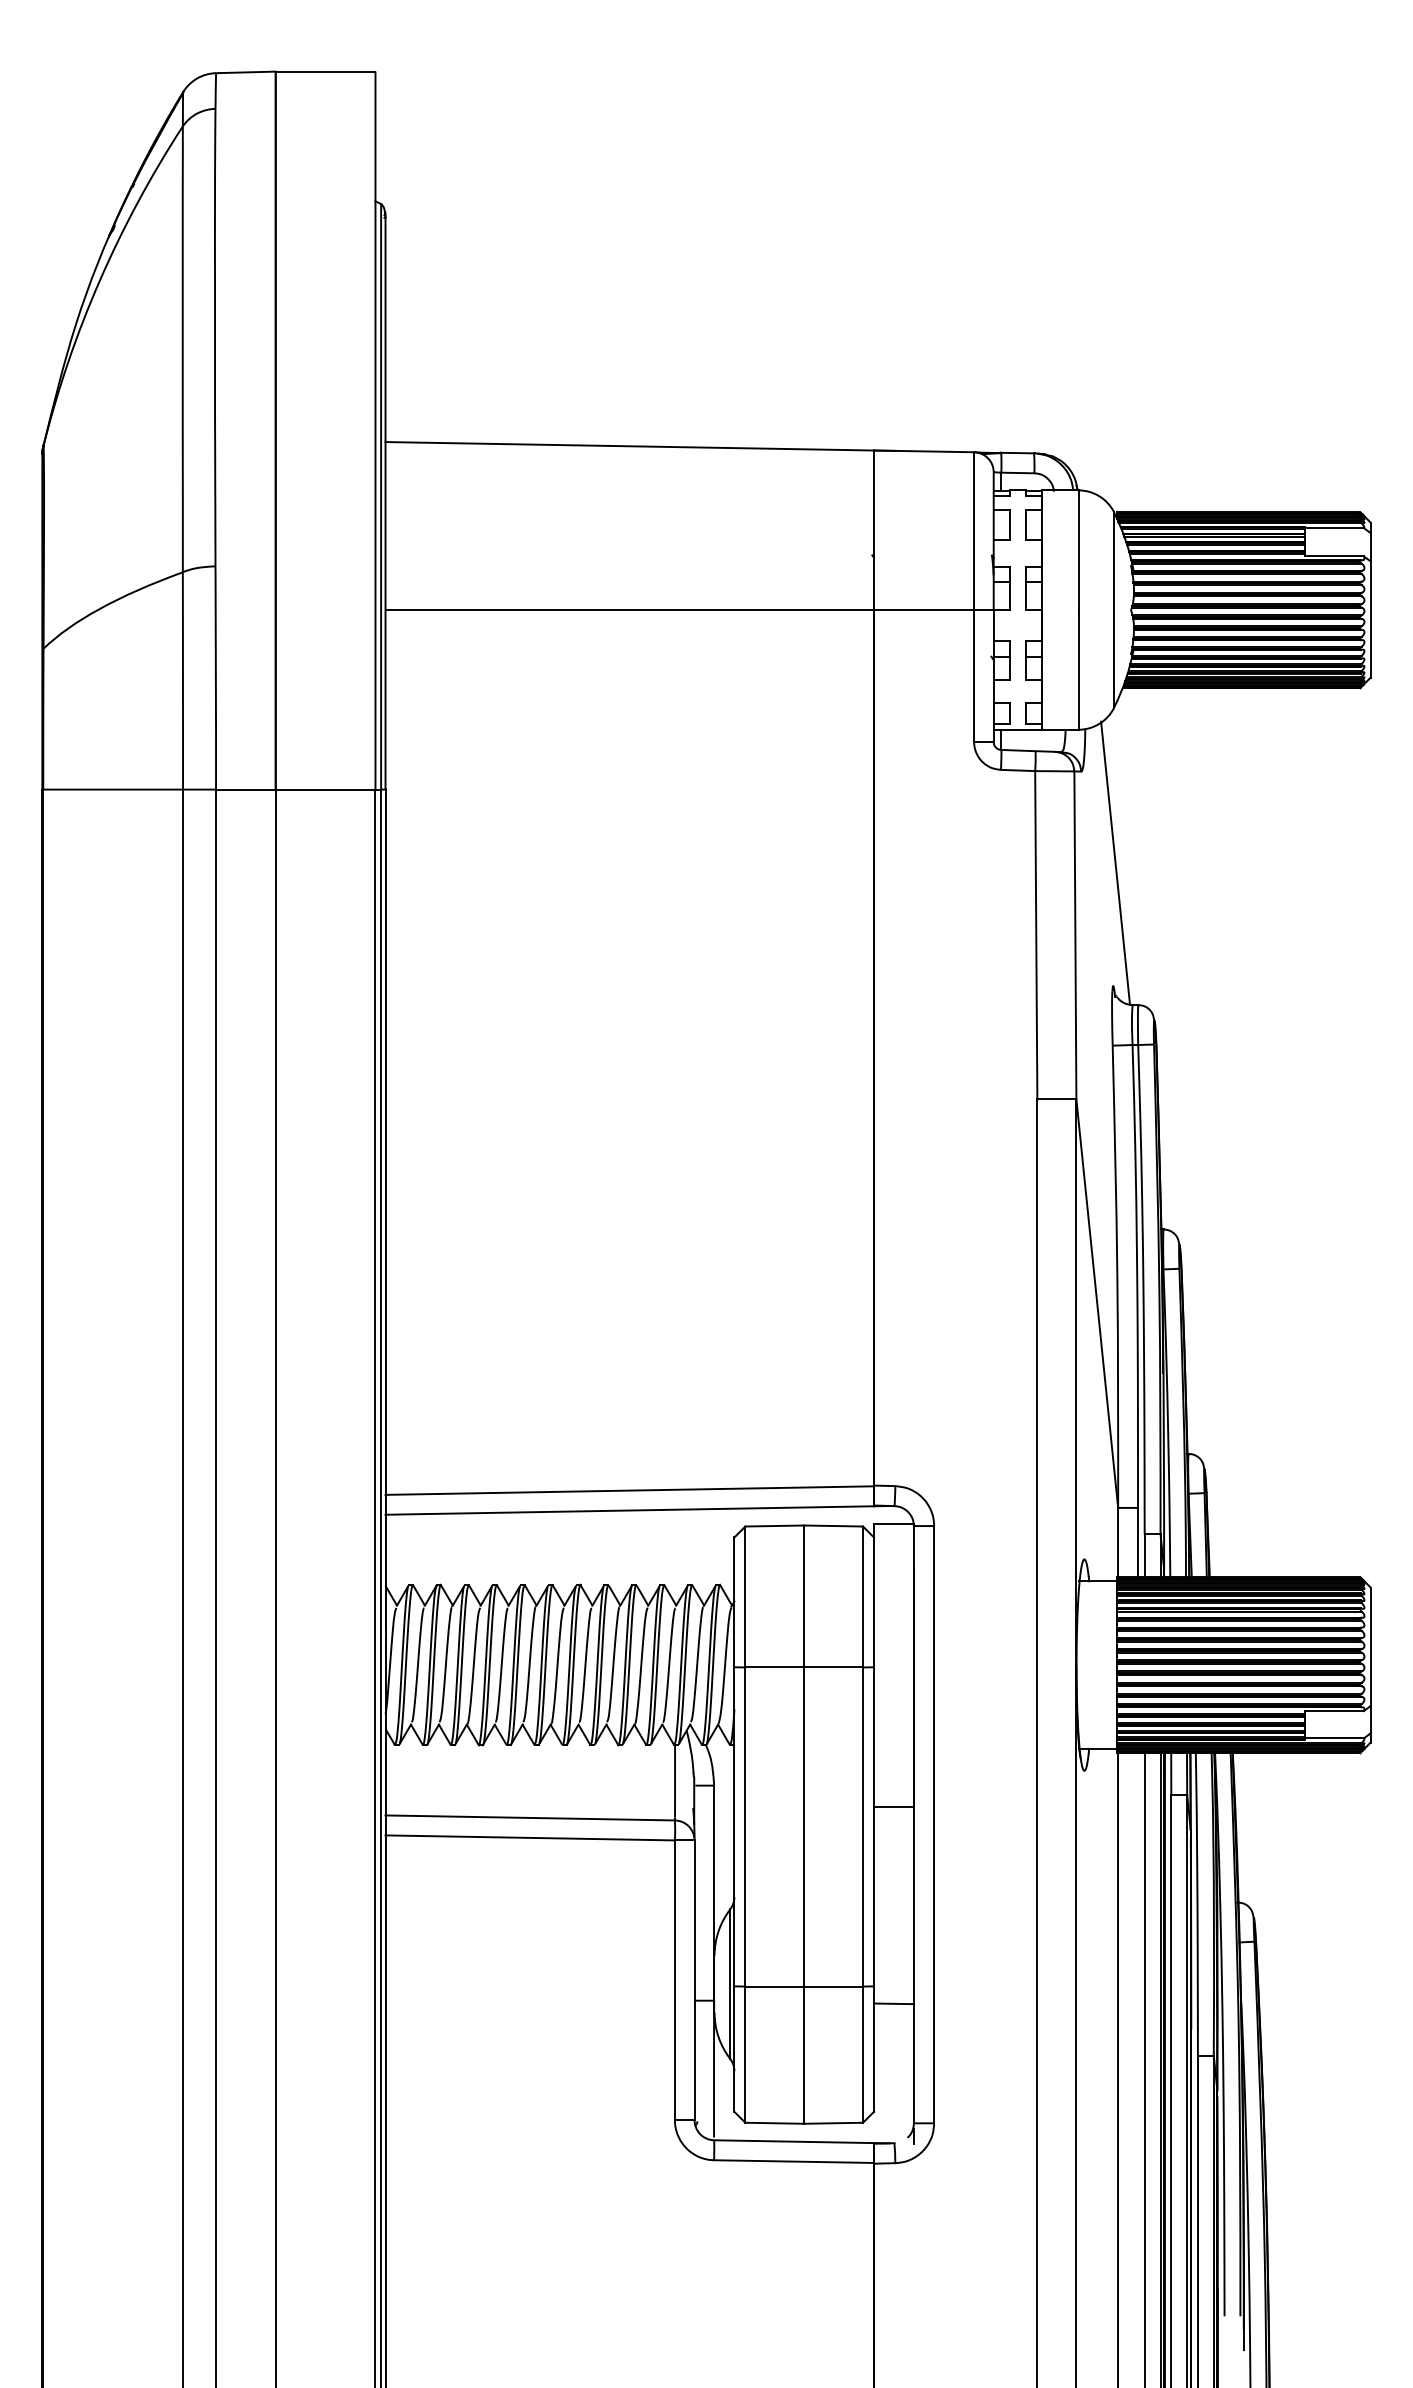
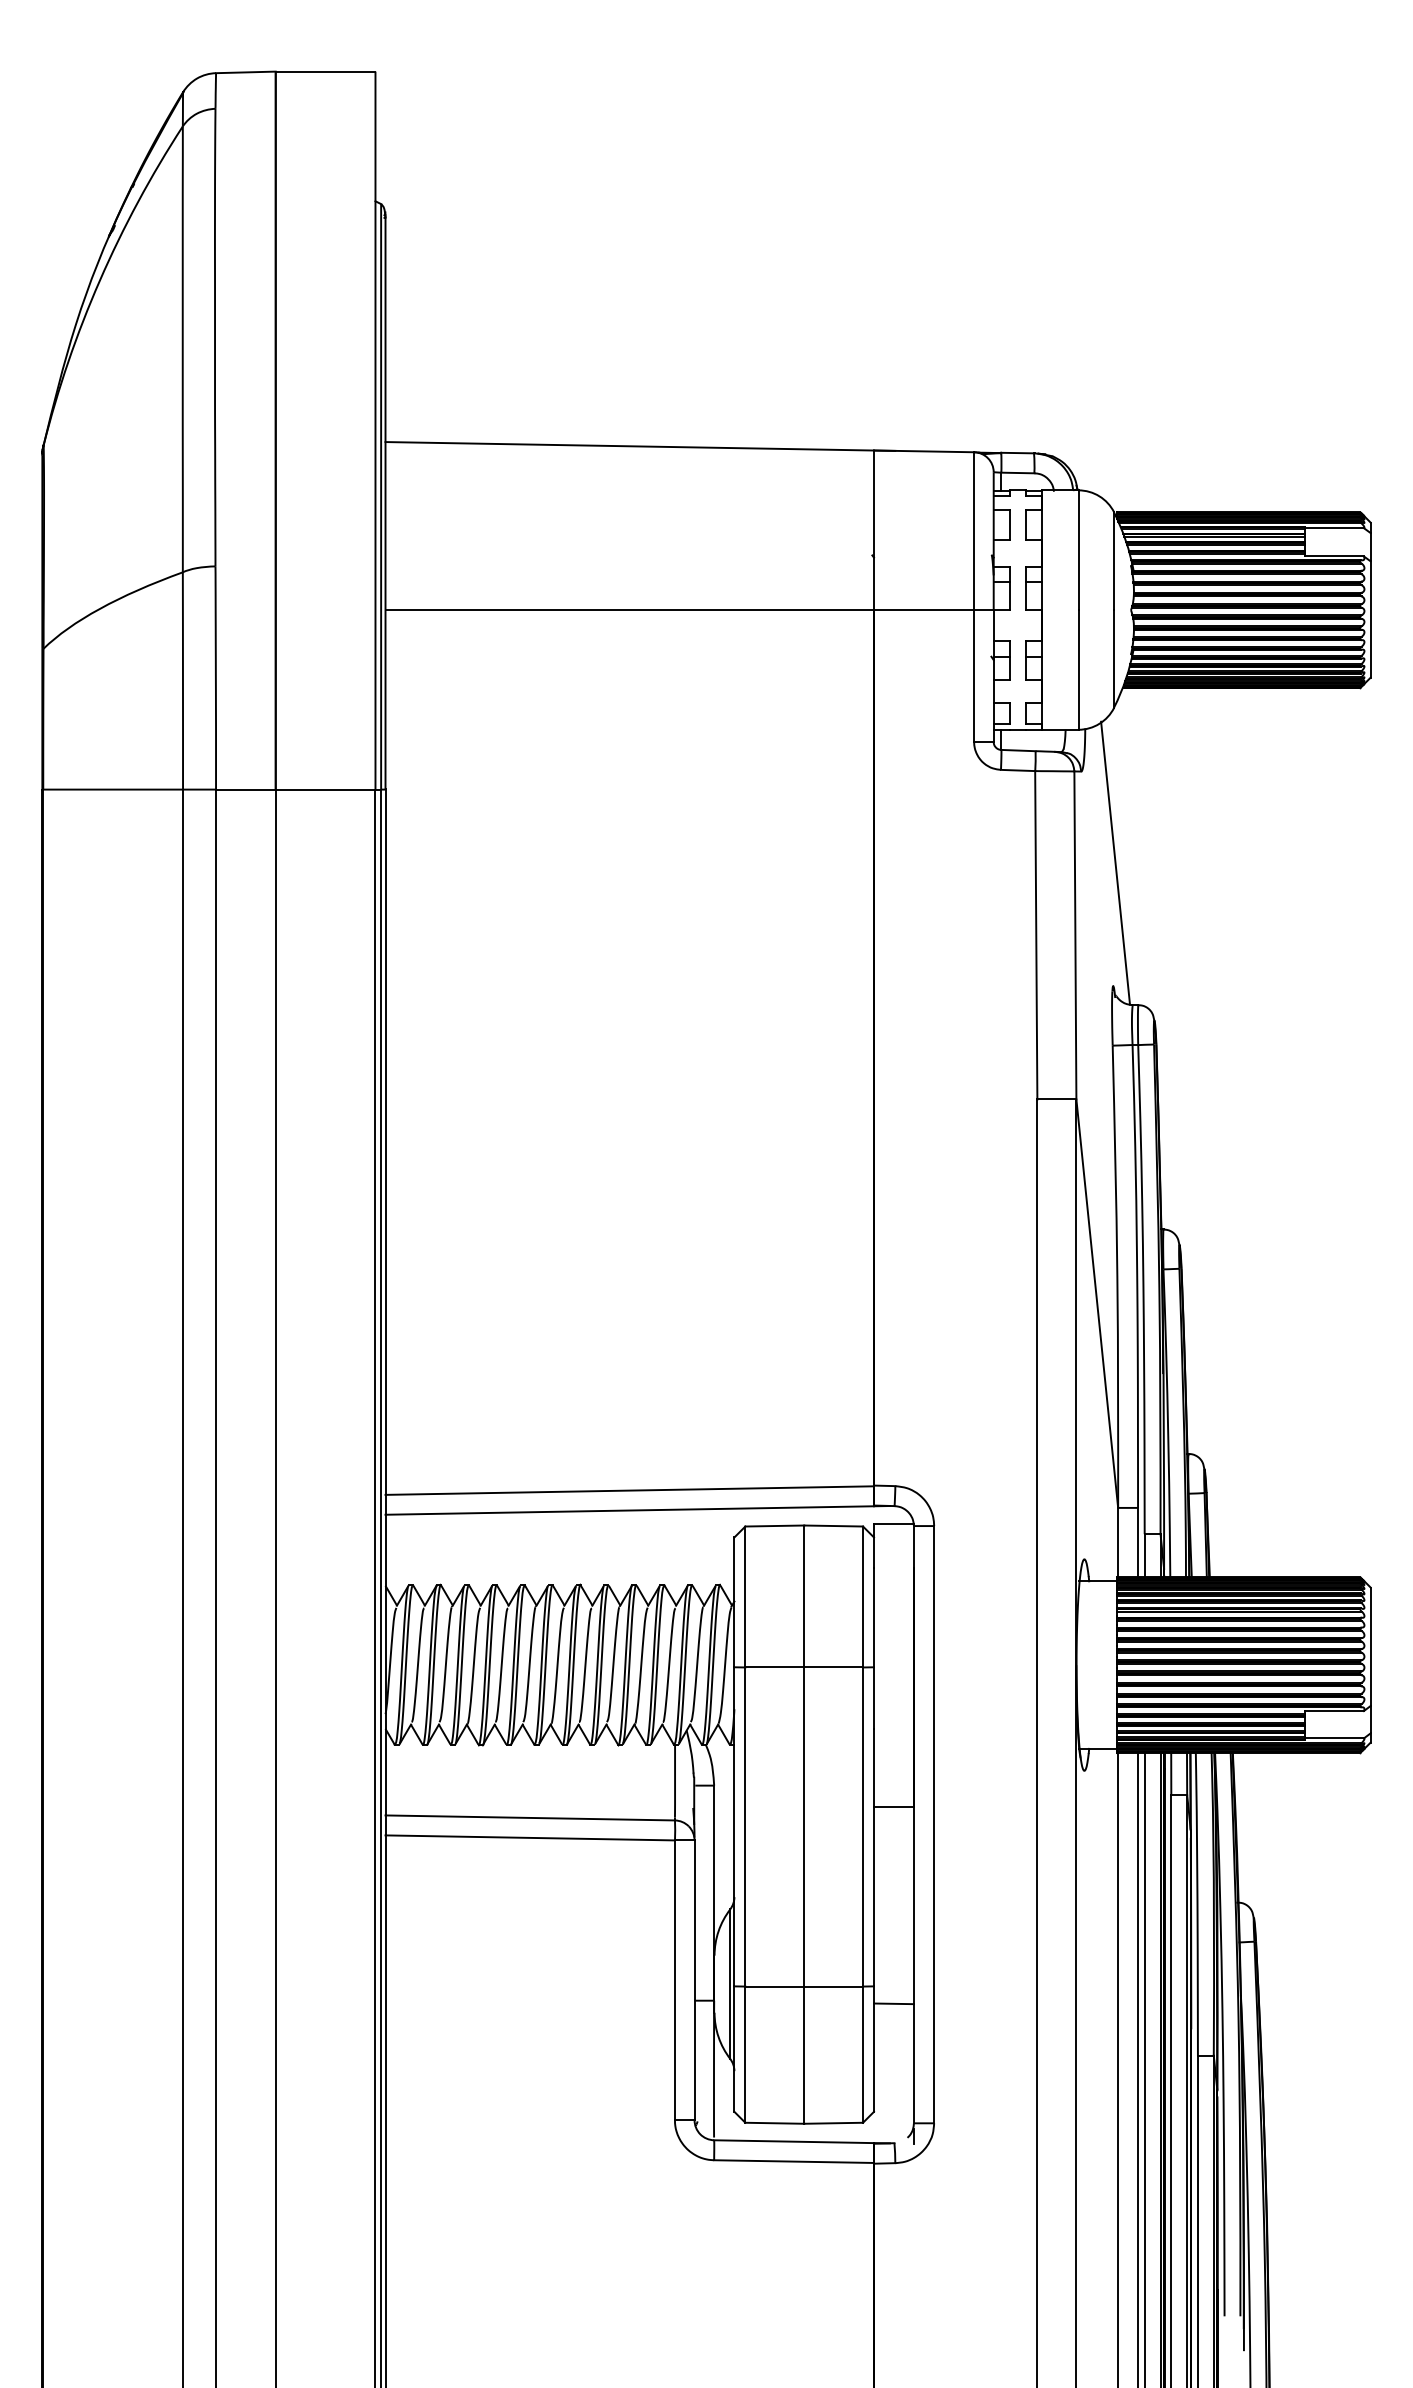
line at (1138, 2068): none -> present
